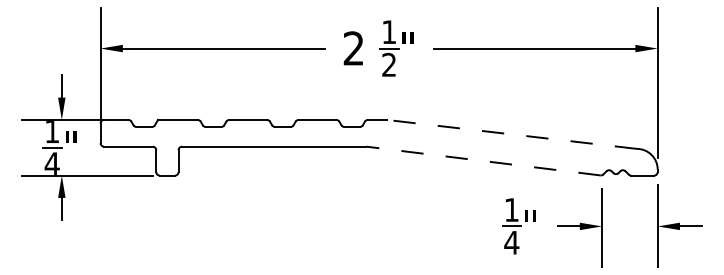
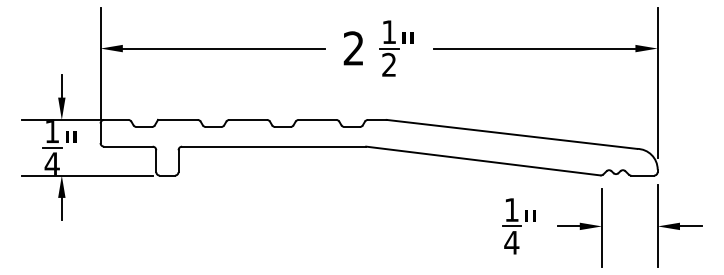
line at (511, 134): dashed -> solid
line at (483, 161): dashed -> solid
